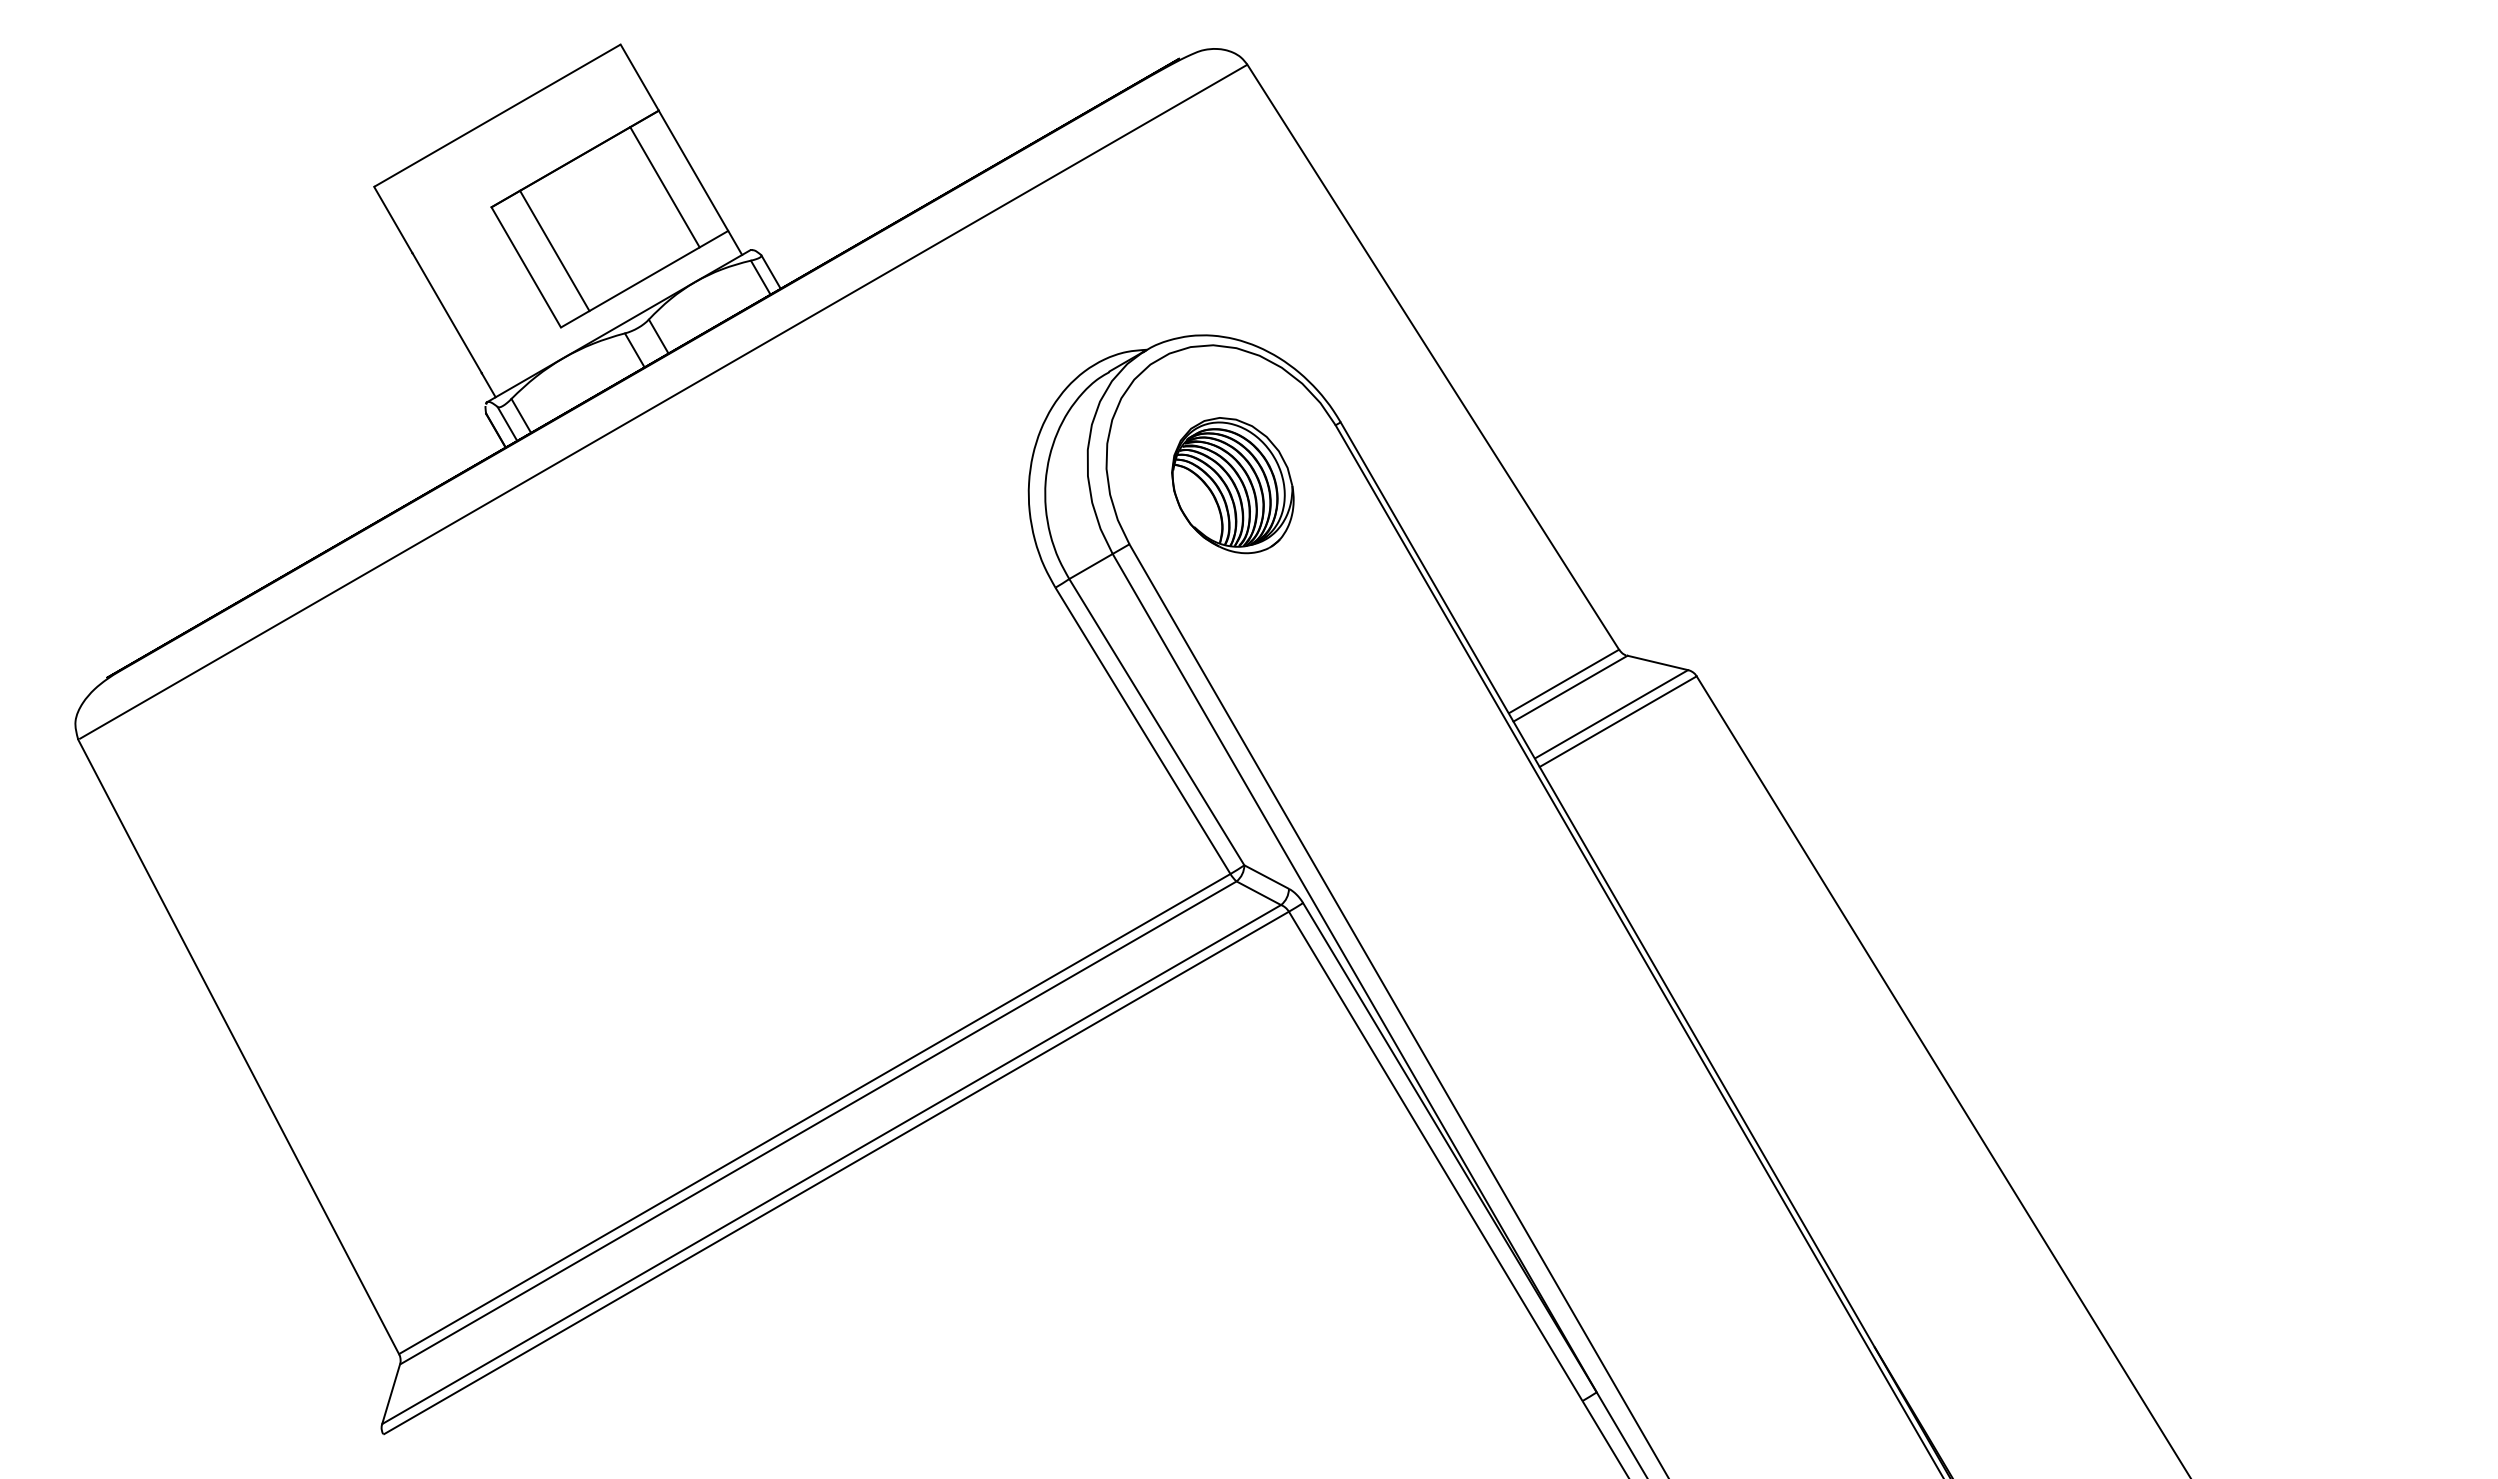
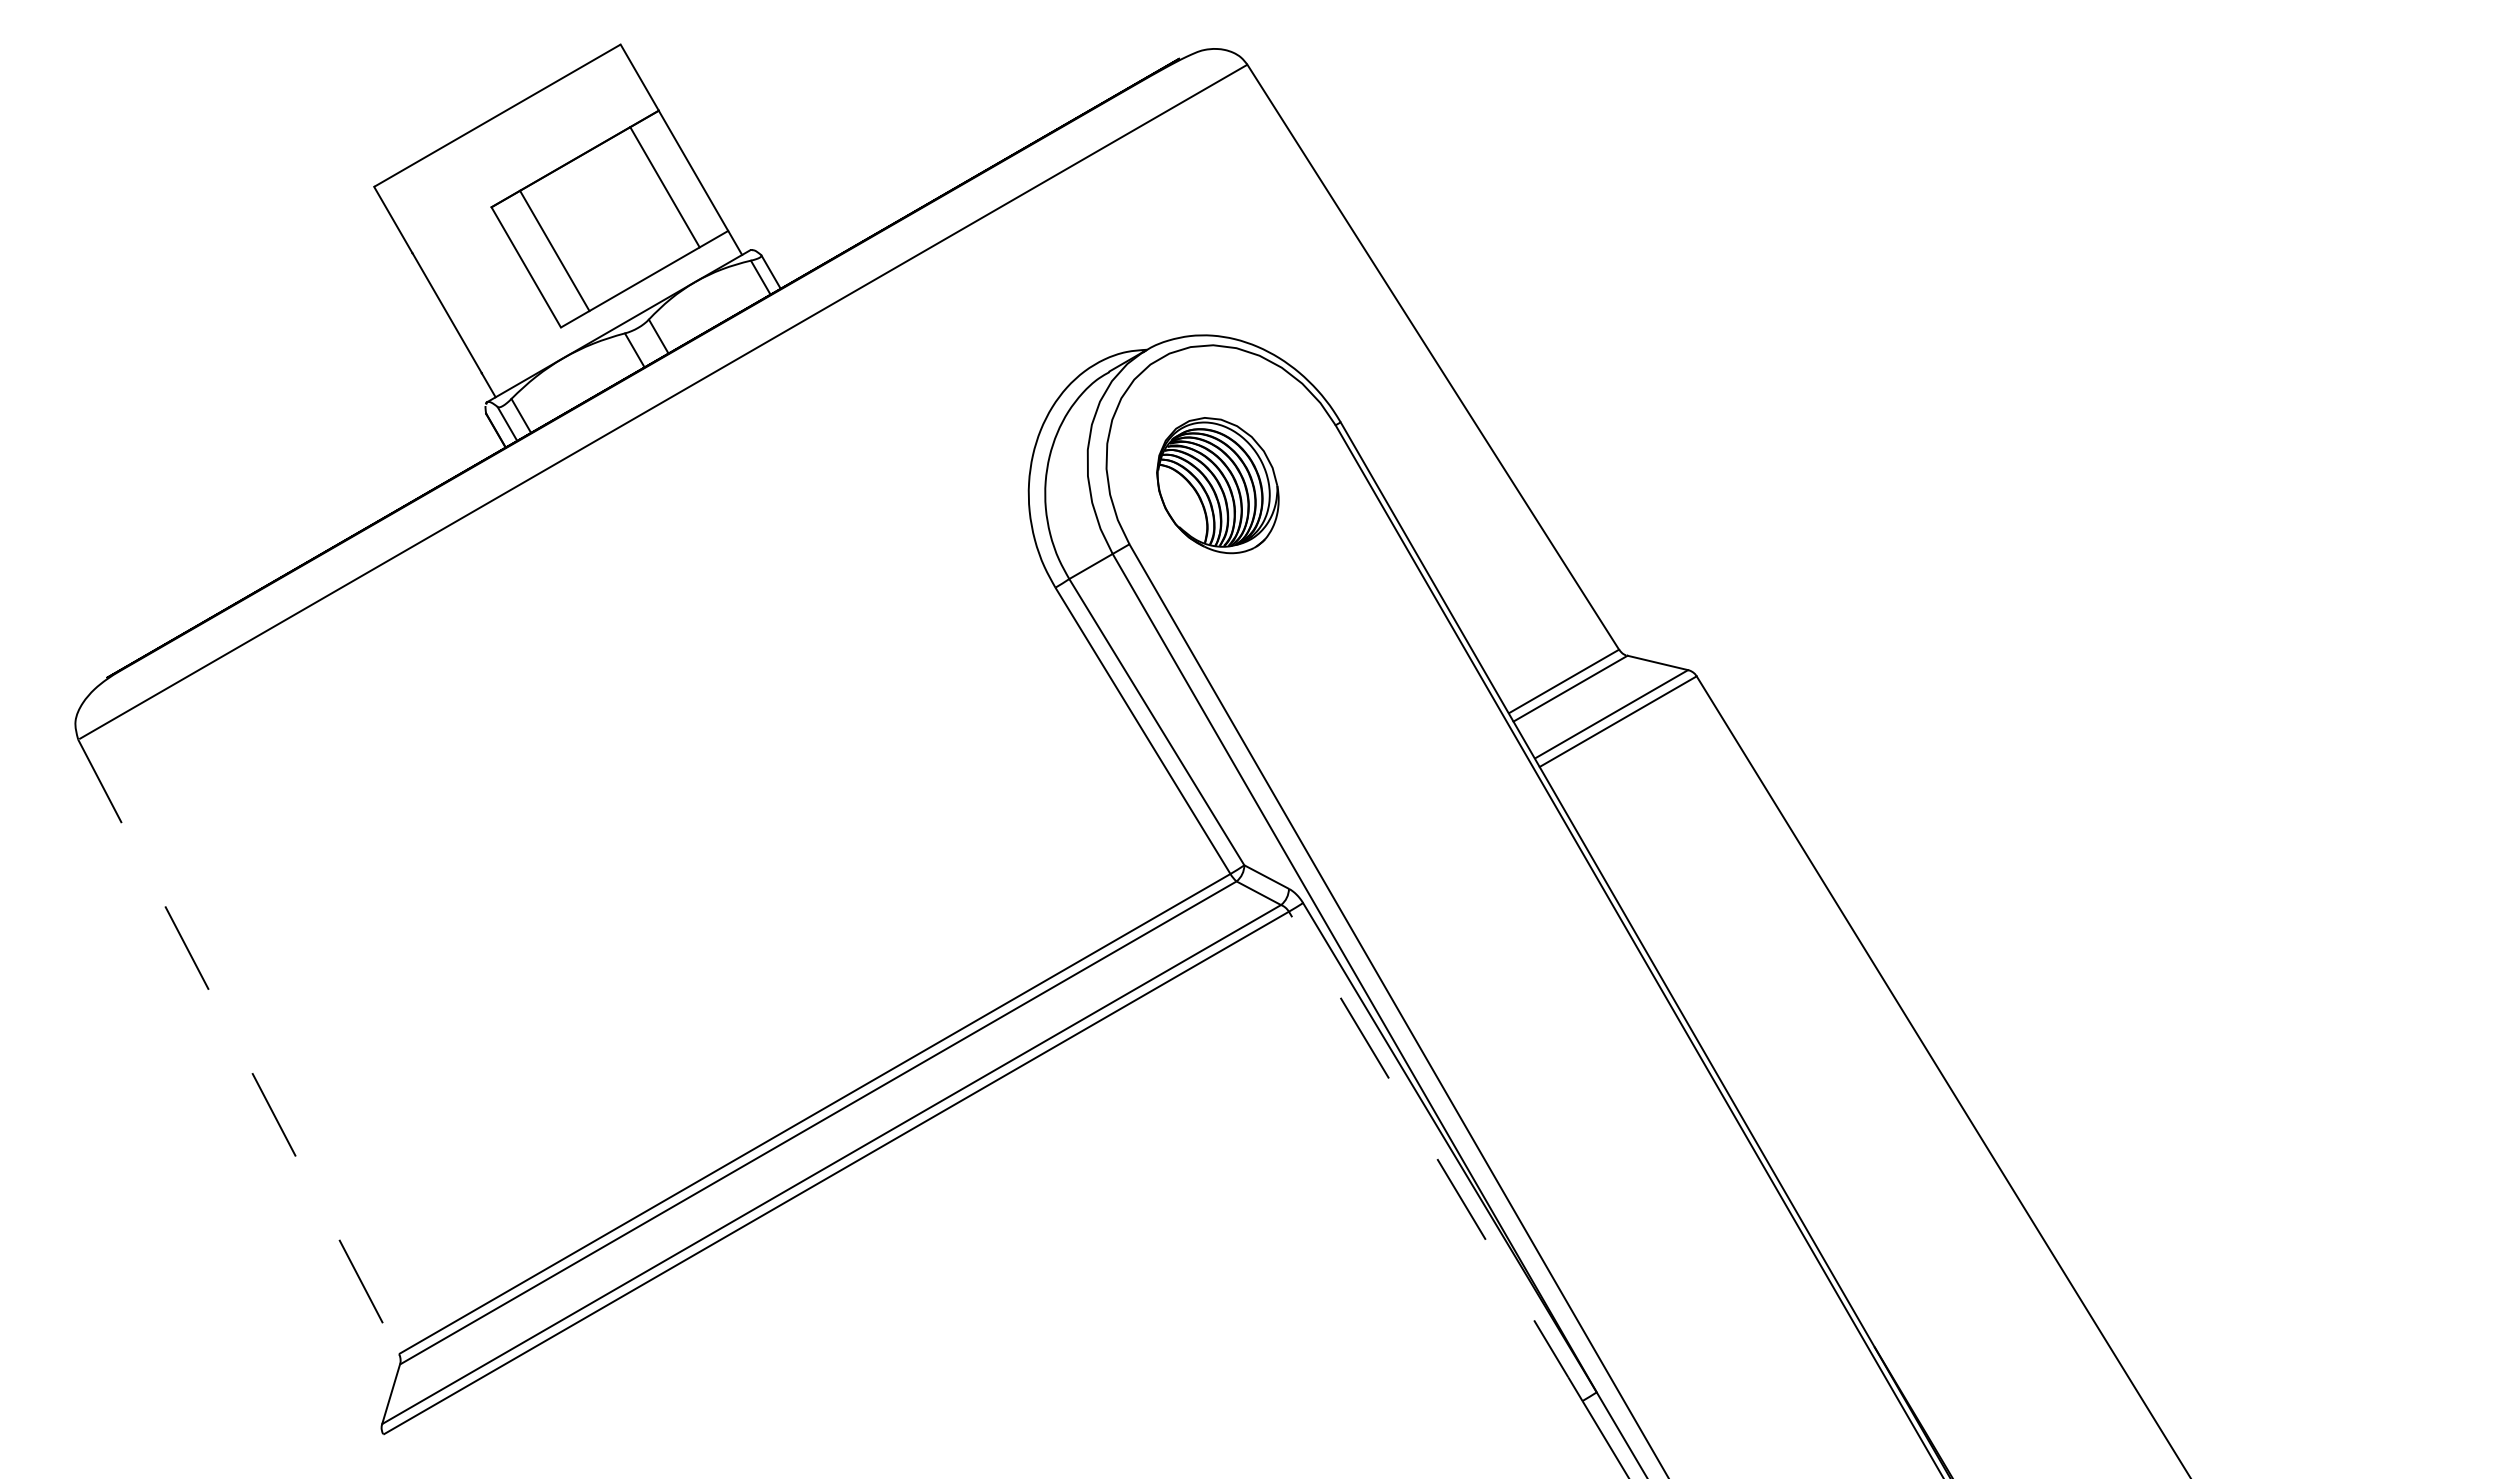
part at (1232, 485) position: (1232, 485) -> (1217, 485)
line at (238, 1046): solid -> dashed
line at (1436, 1157): solid -> dashed
